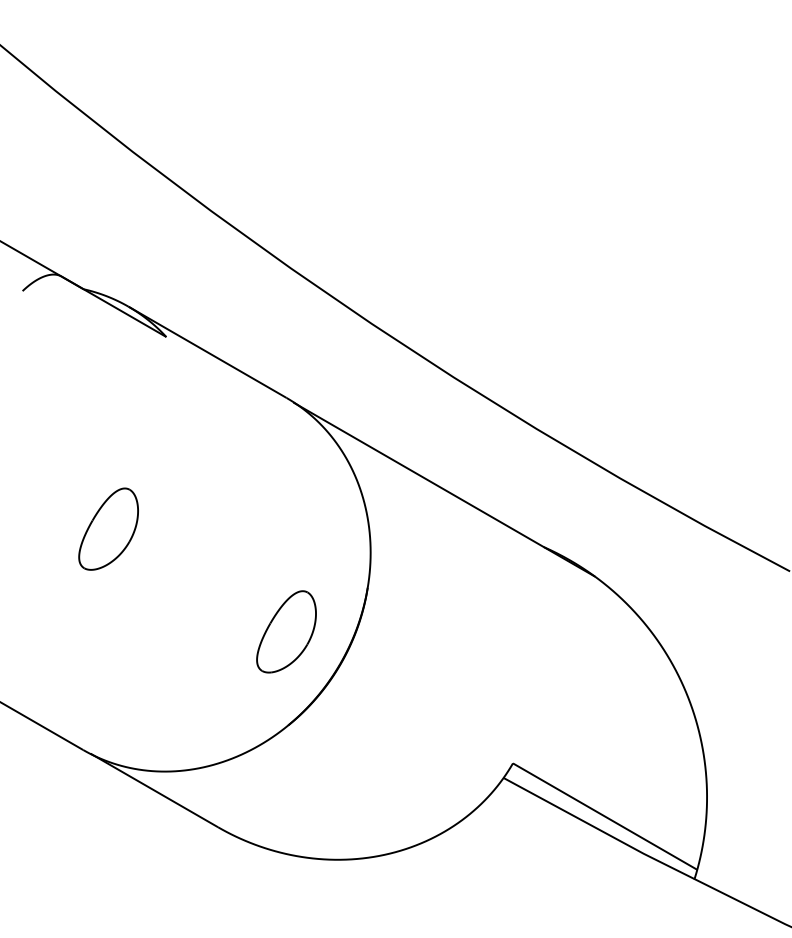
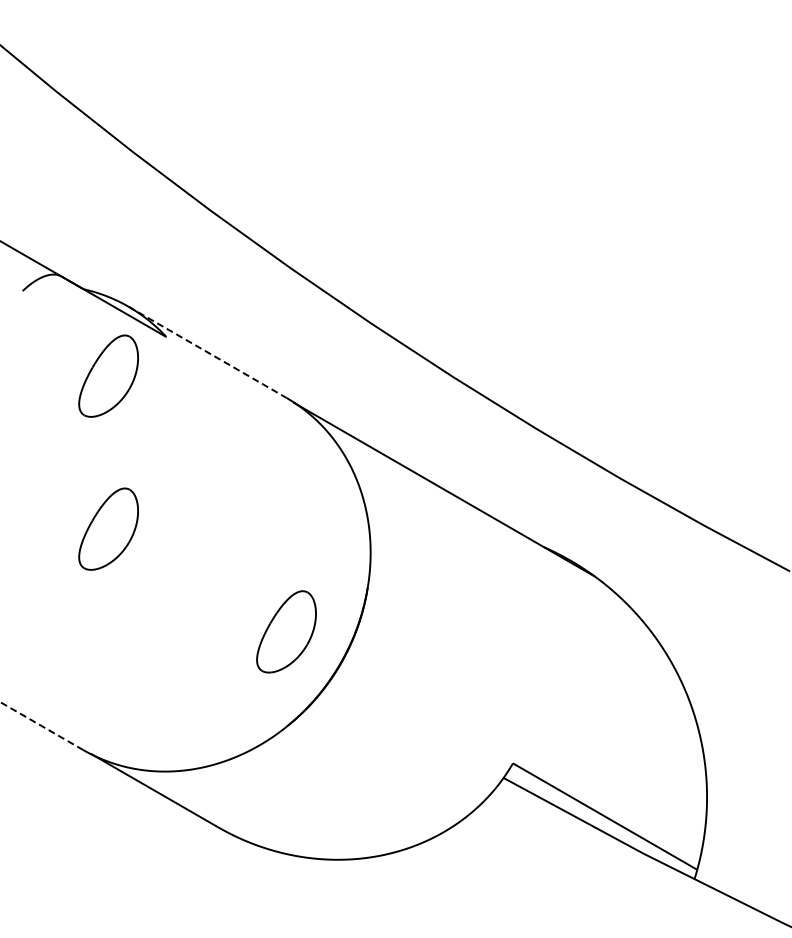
line at (208, 352): solid -> dashed
part at (108, 375): none -> present
line at (41, 726): solid -> dashed
